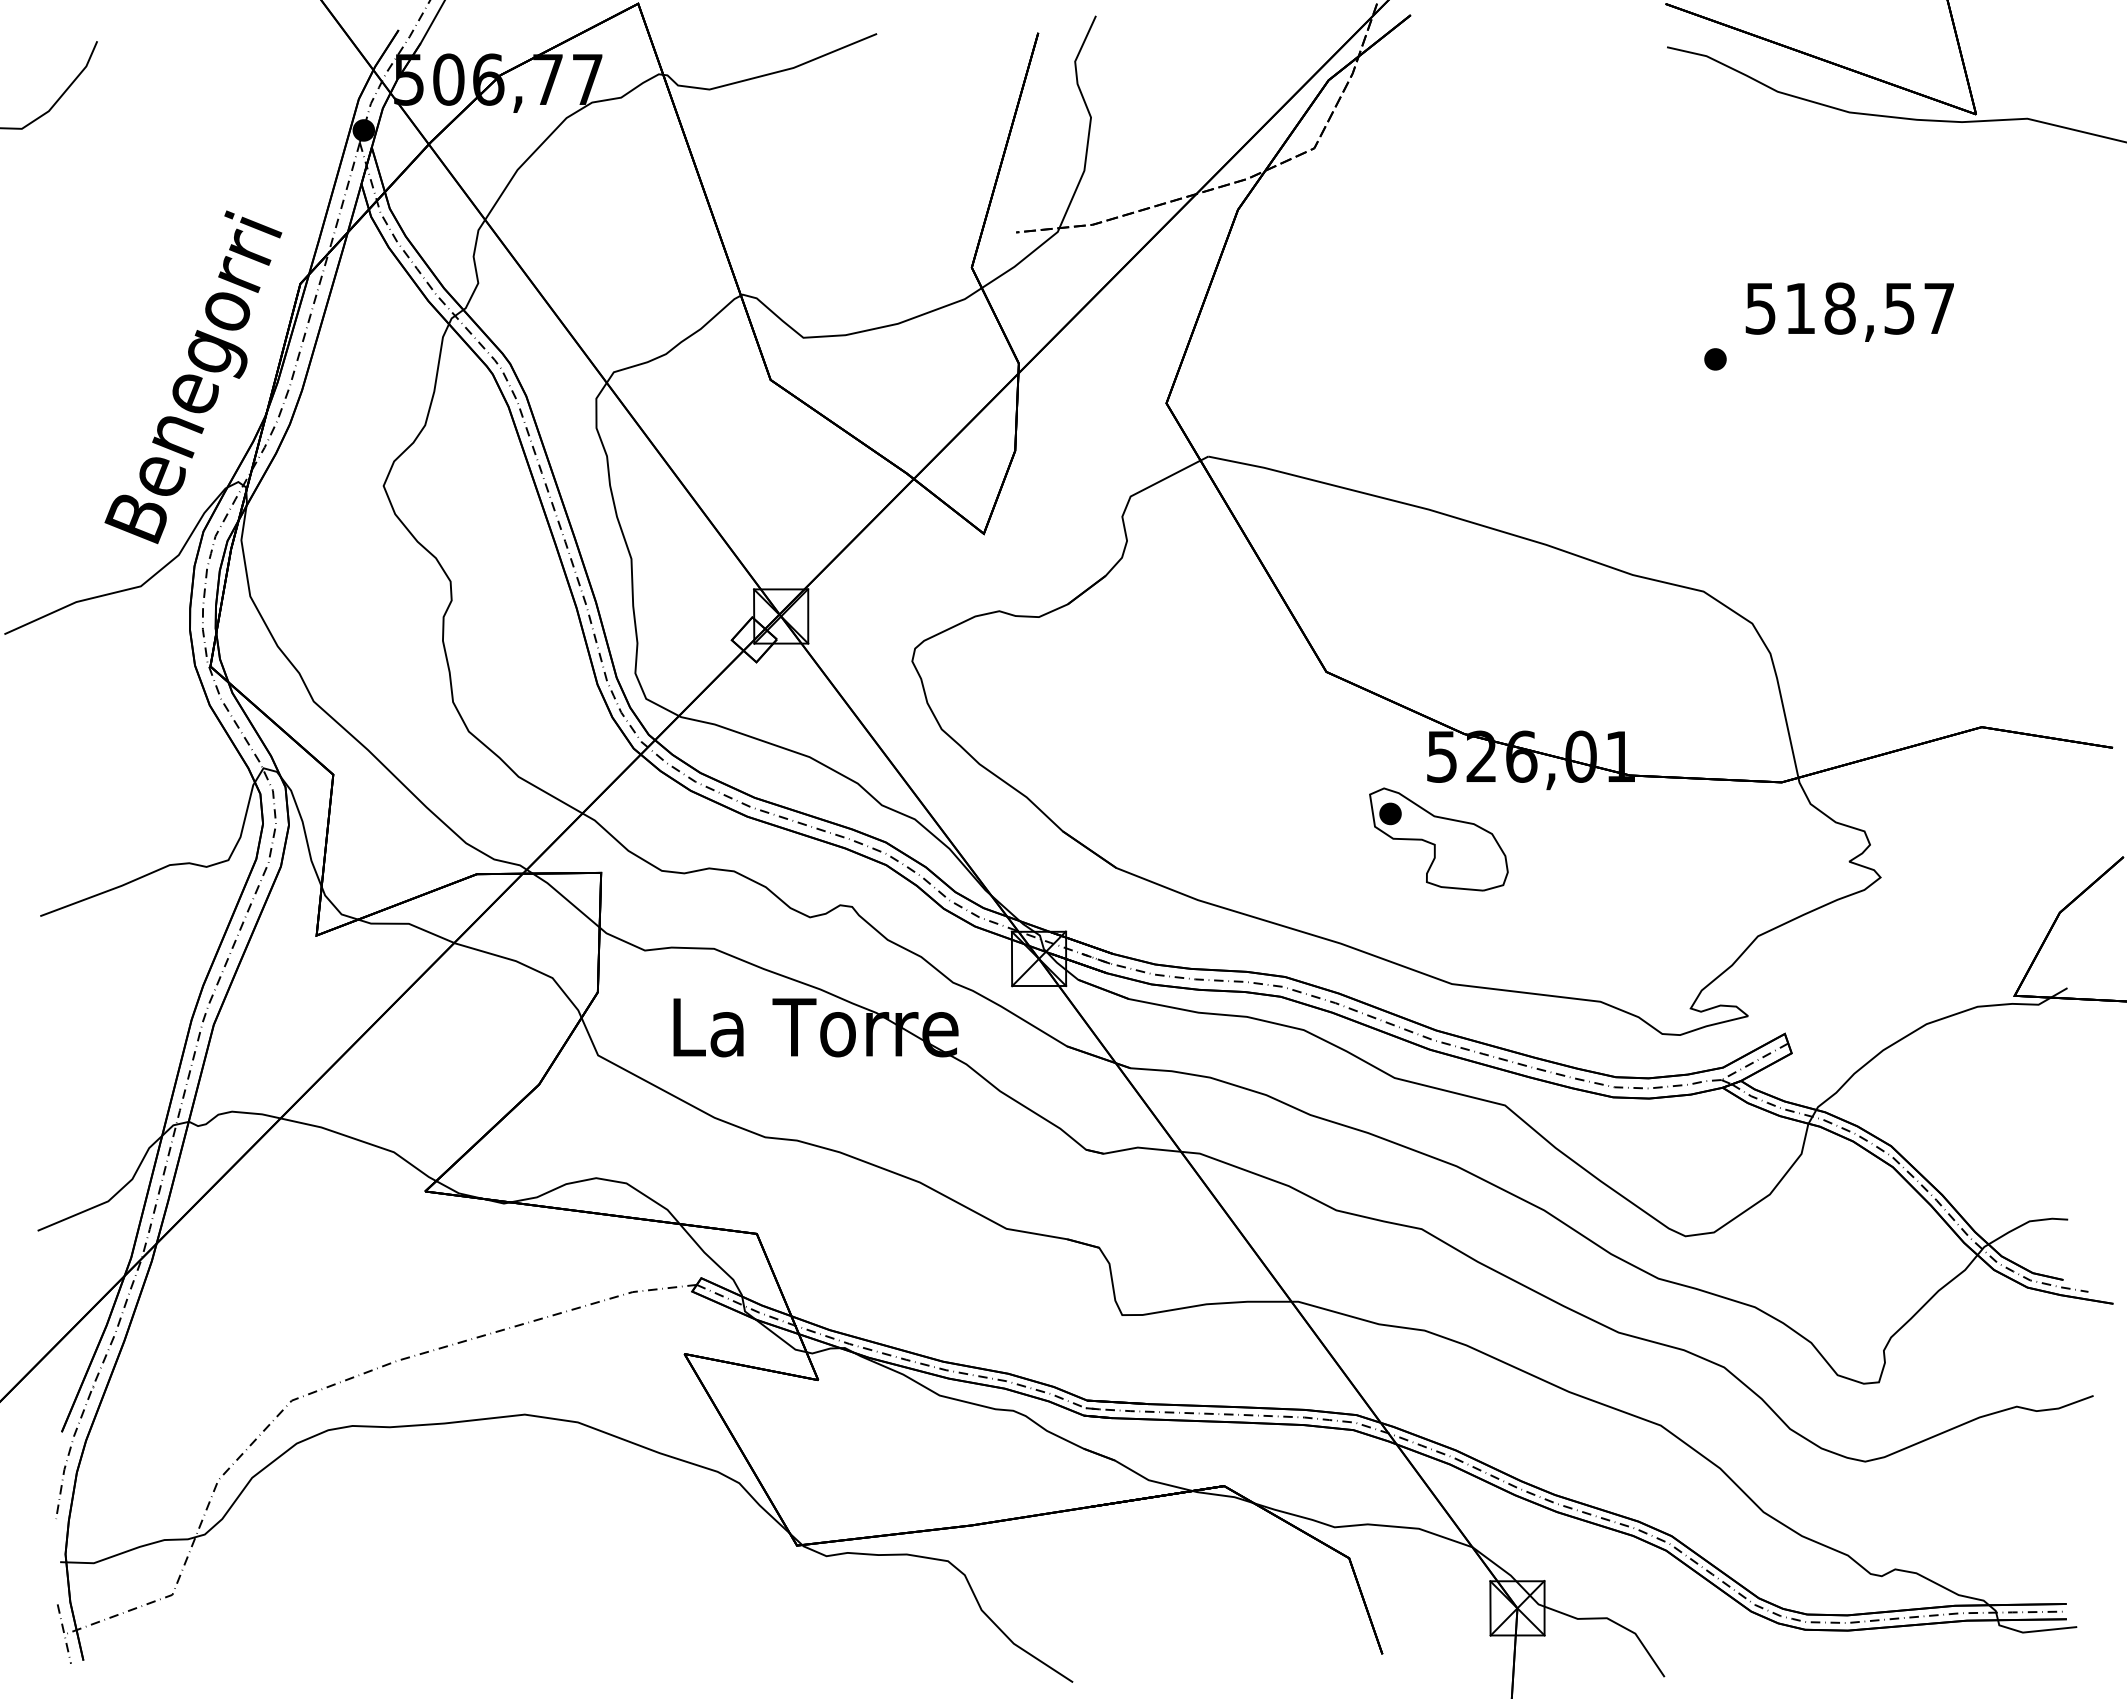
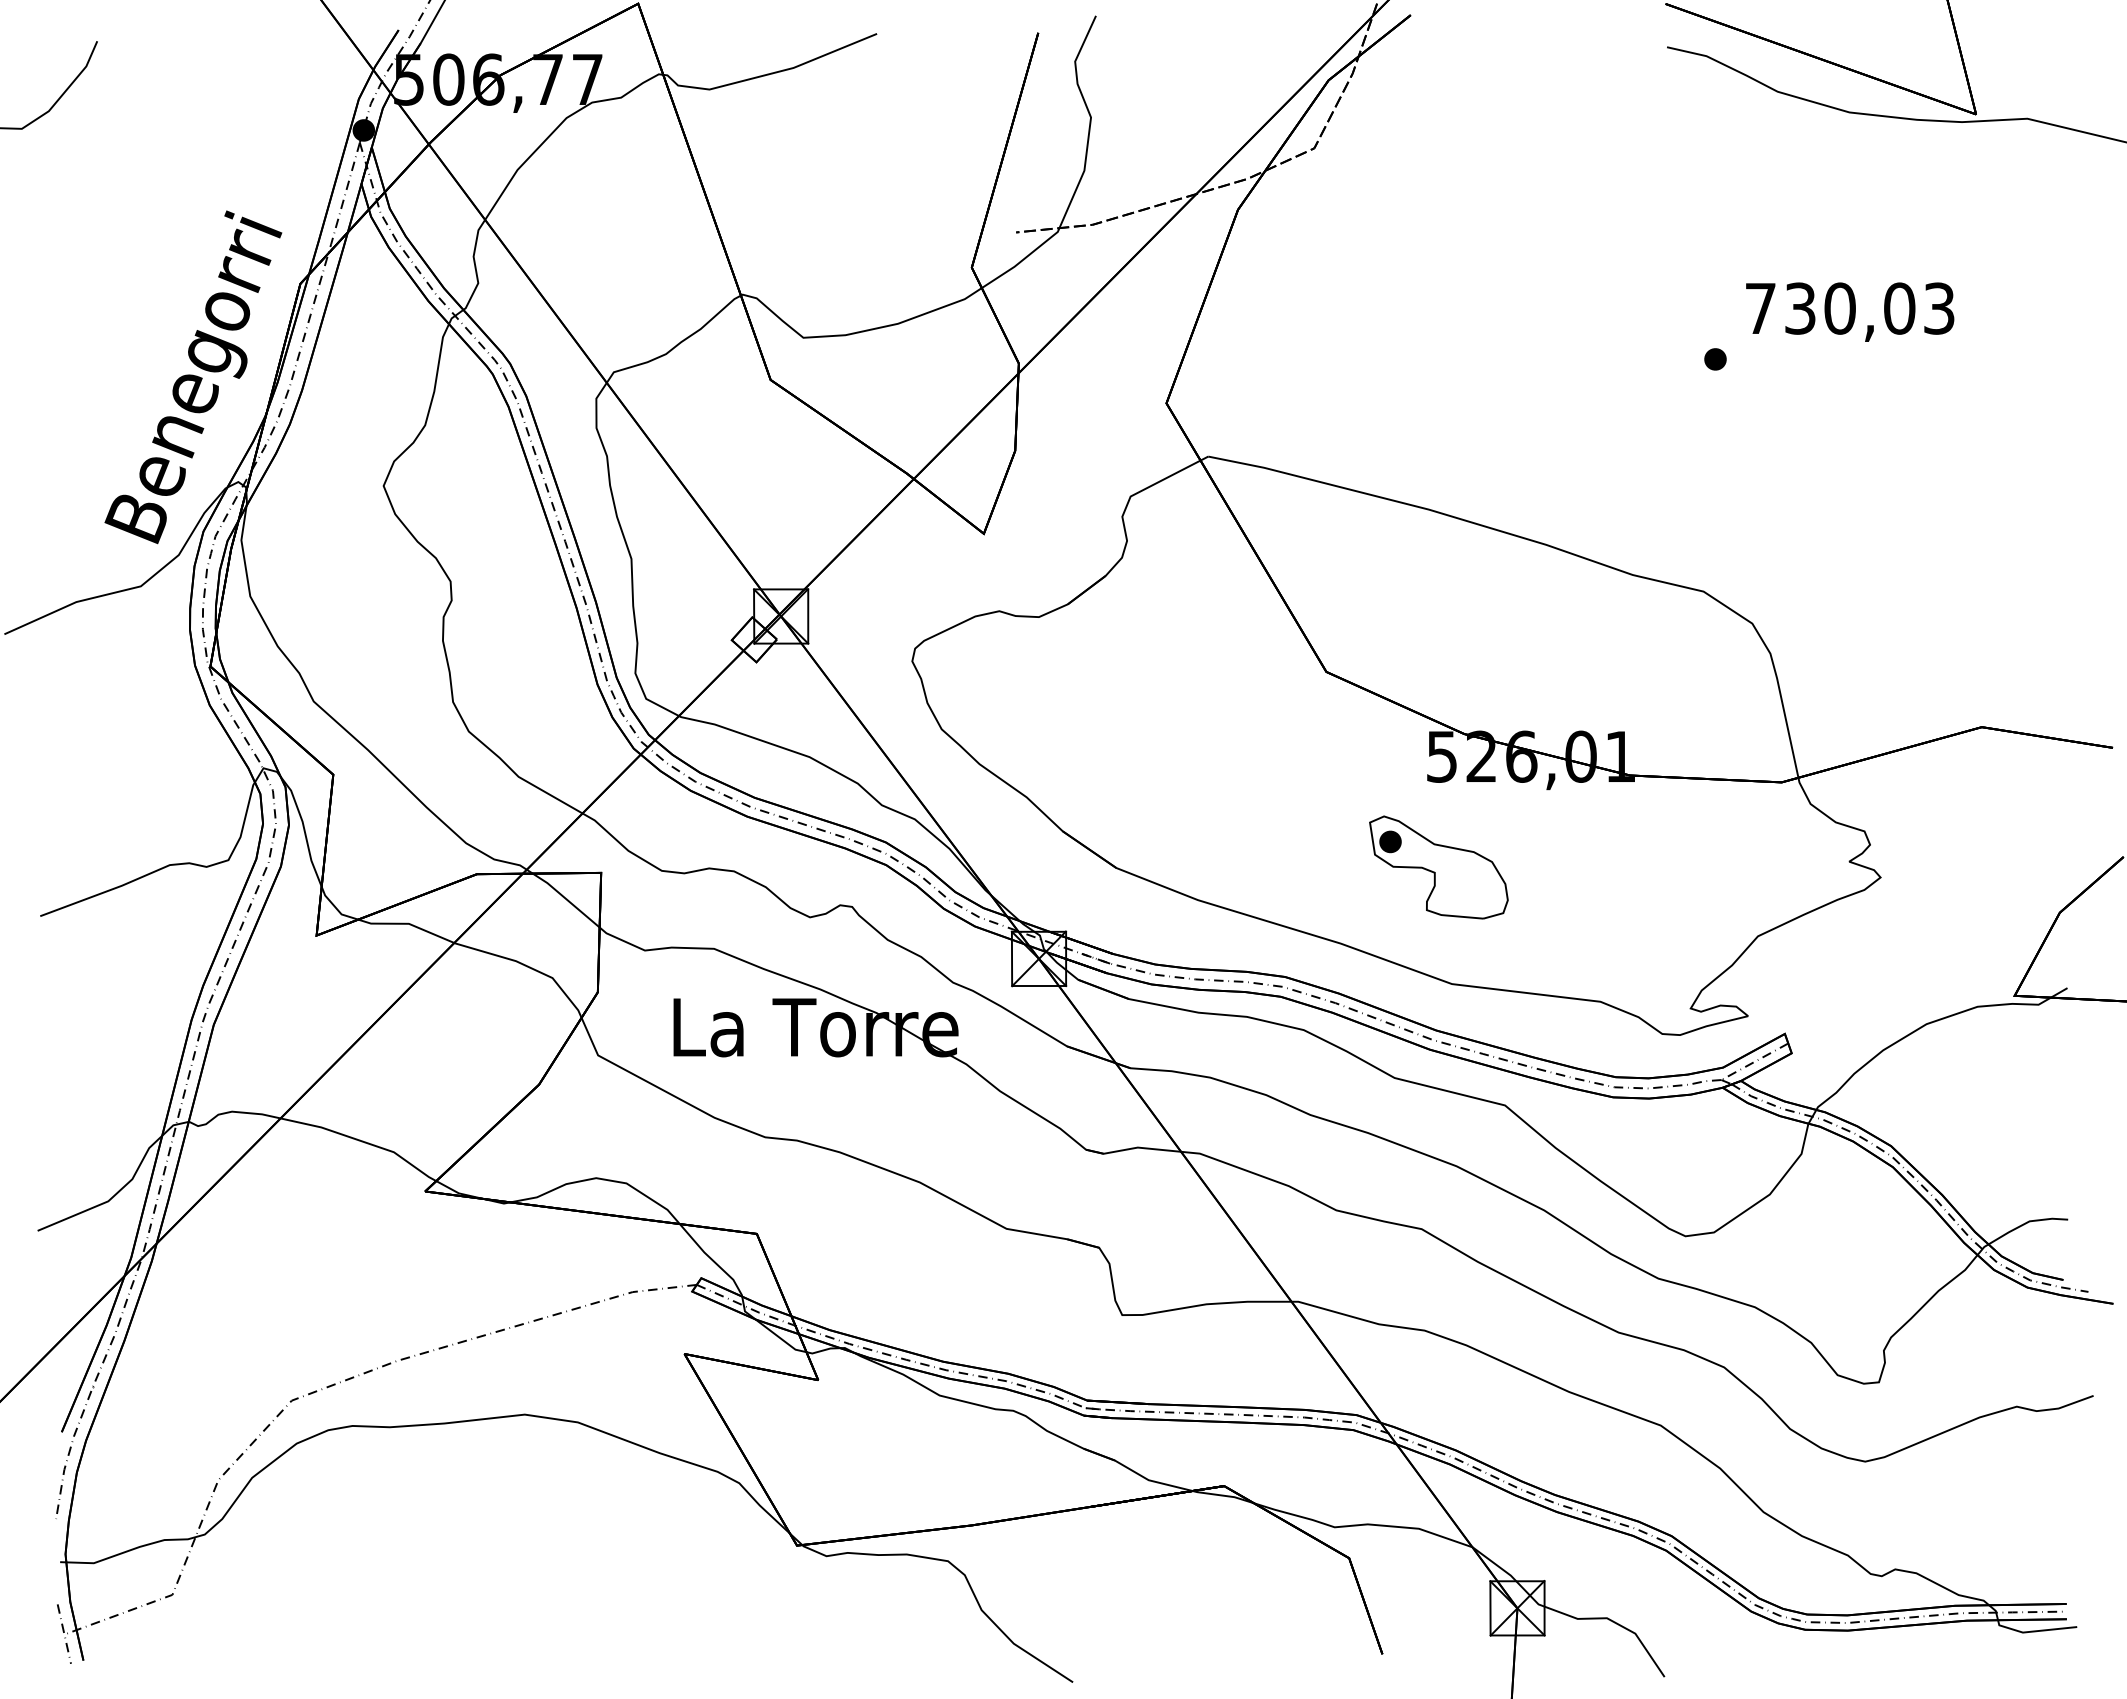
text at (1849, 308): 518,57 -> 730,03
part at (1438, 839) position: (1438, 839) -> (1438, 867)
